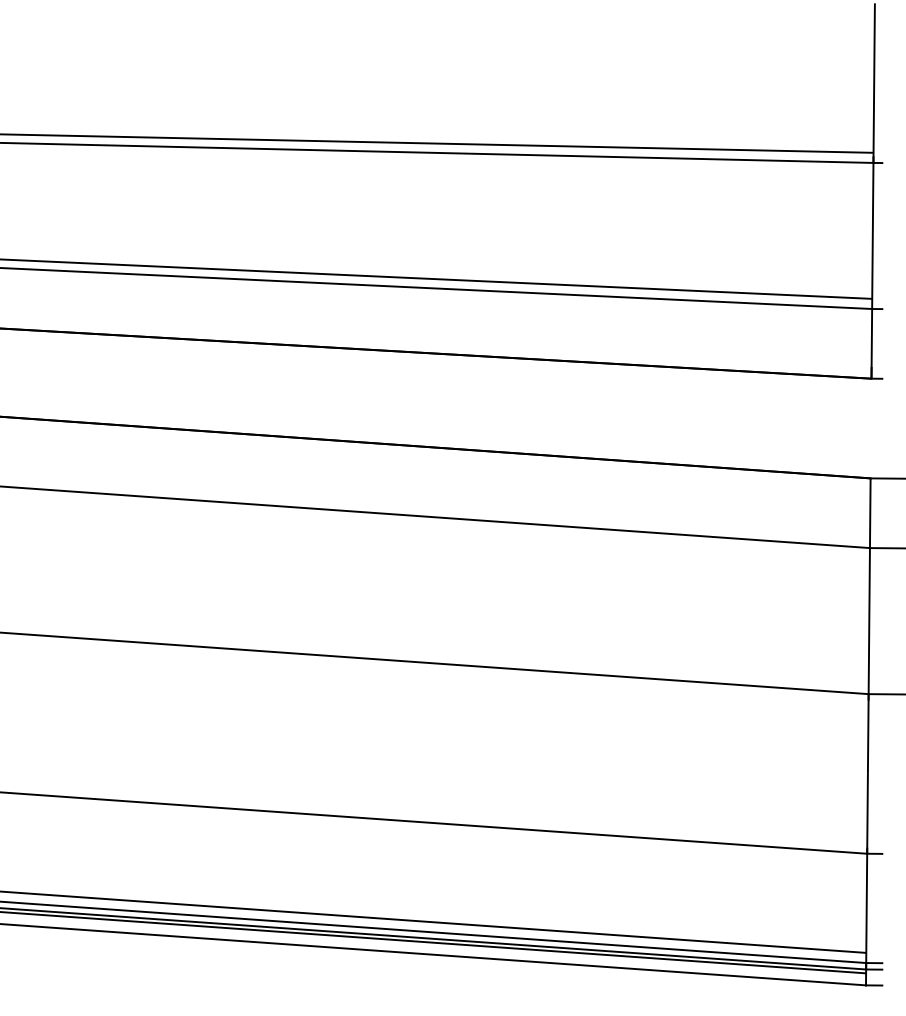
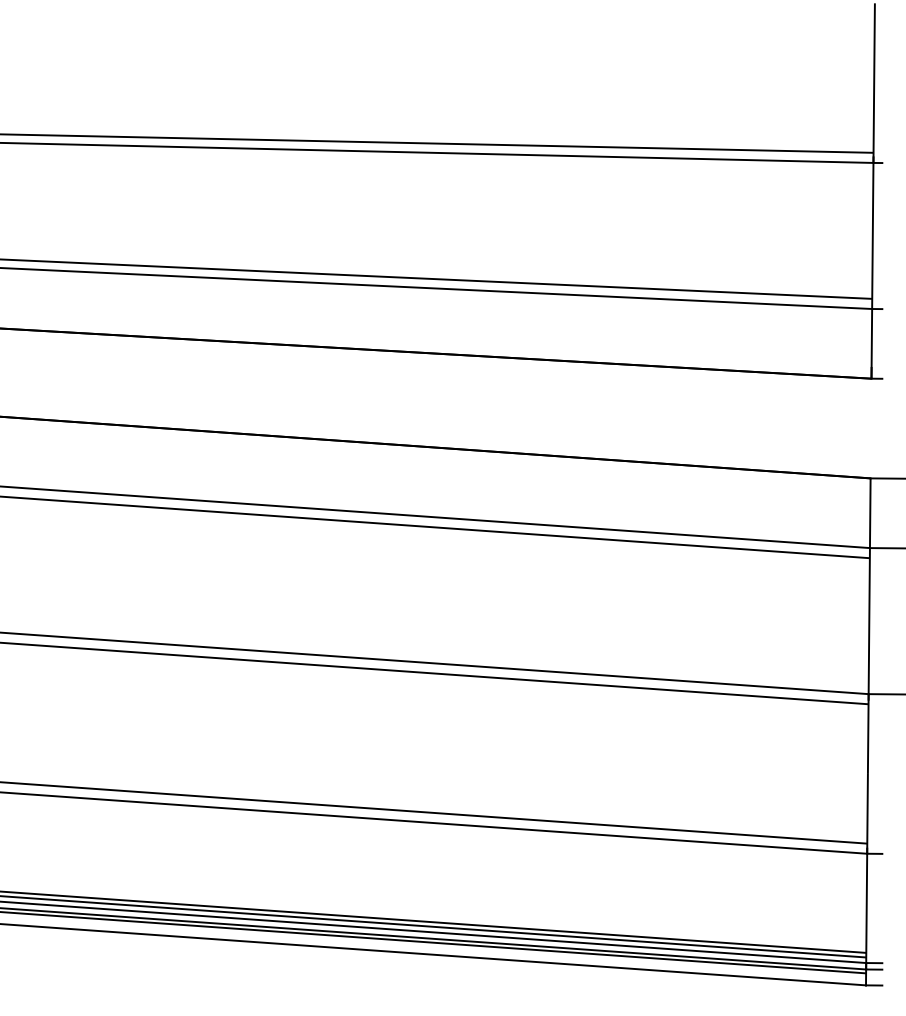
line at (435, 527): none -> present
line at (435, 673): none -> present
line at (434, 812): none -> present
line at (434, 926): none -> present
